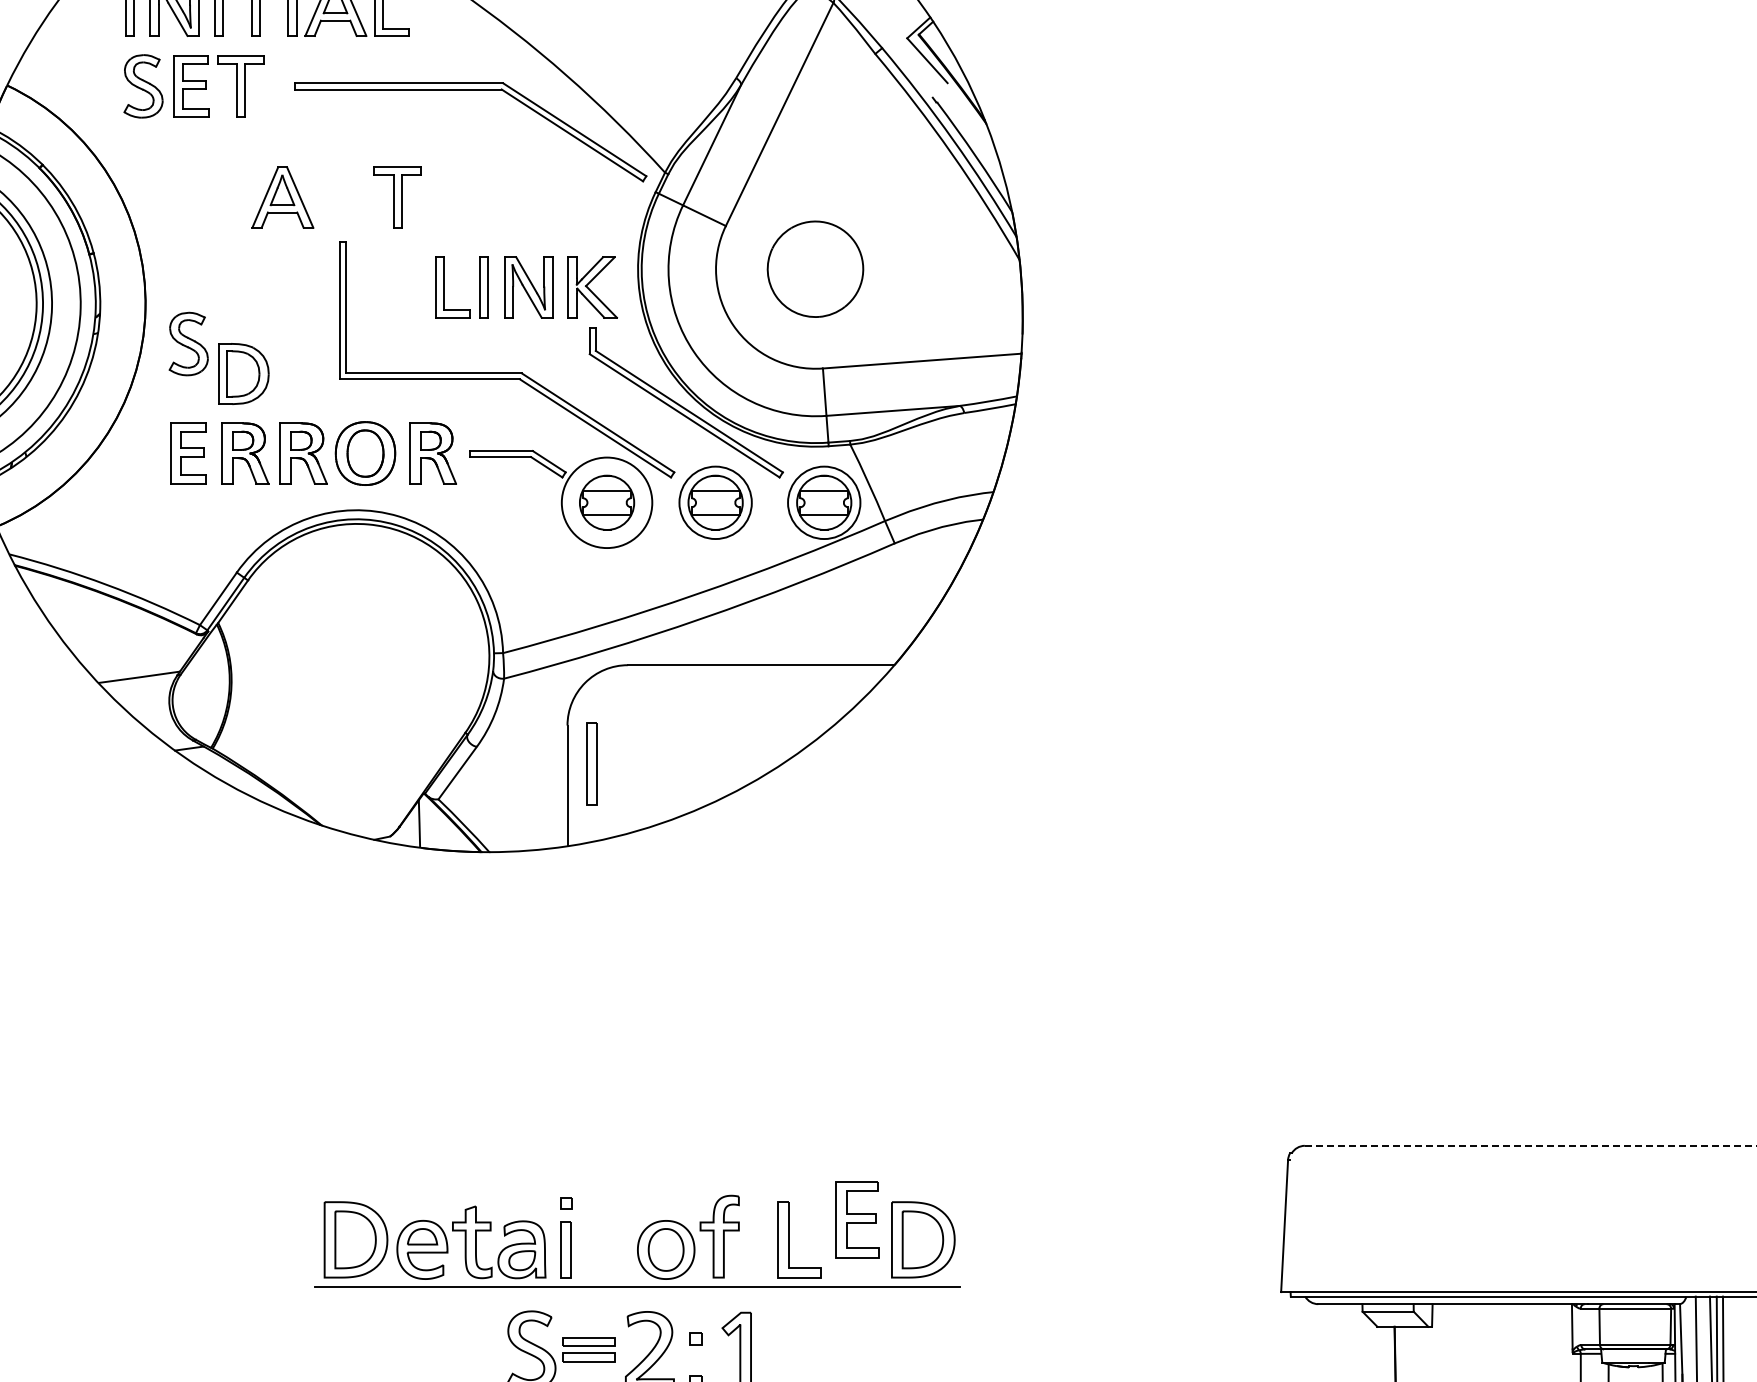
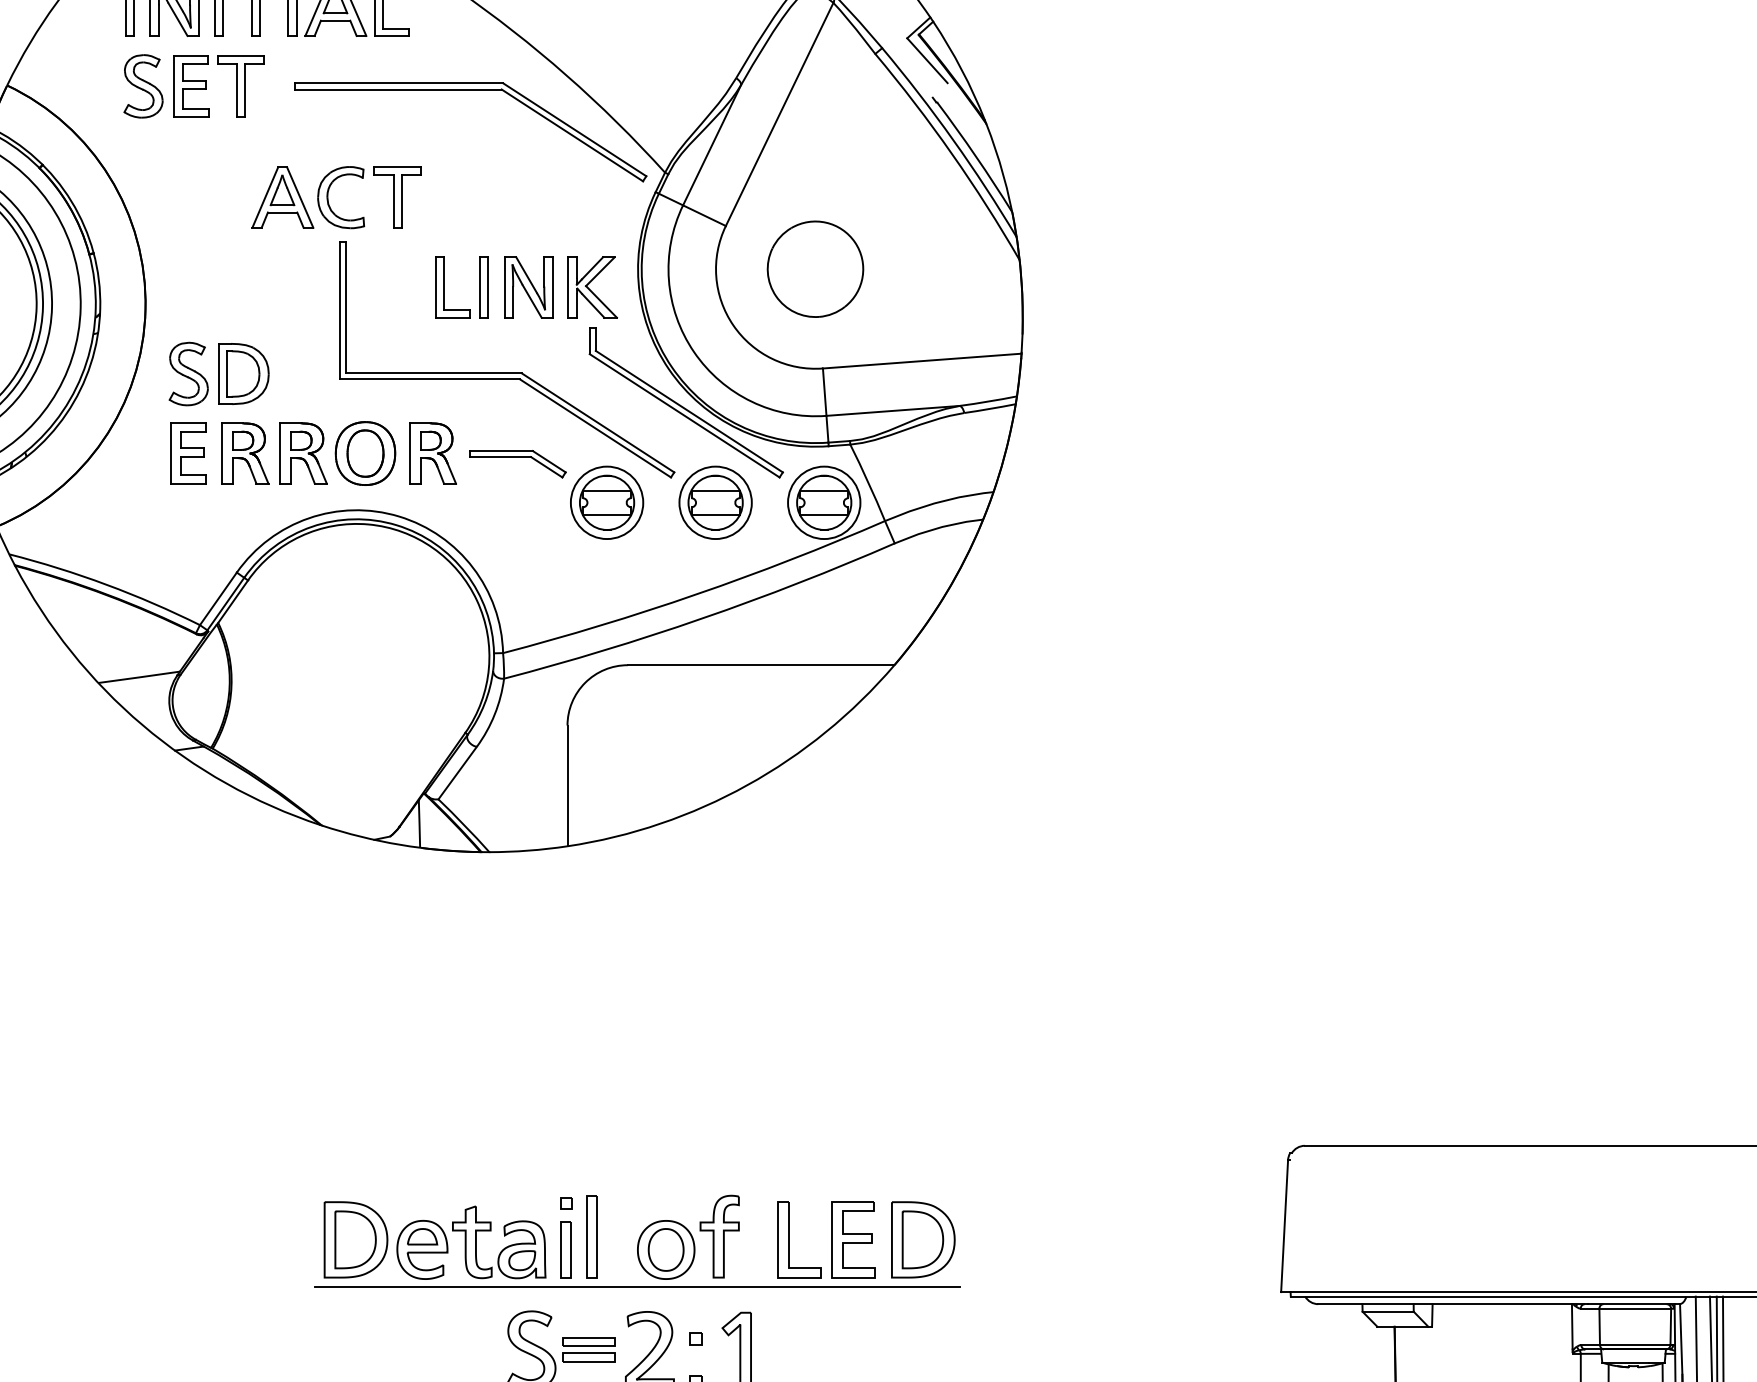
part at (328, 197): none -> present
part at (188, 343) position: (188, 343) -> (188, 373)
circle at (606, 502) diameter: 90 px -> 72 px
part at (591, 763) position: (591, 763) -> (591, 1236)
line at (1530, 1145): dashed -> solid
part at (857, 1219) position: (857, 1219) -> (853, 1239)
